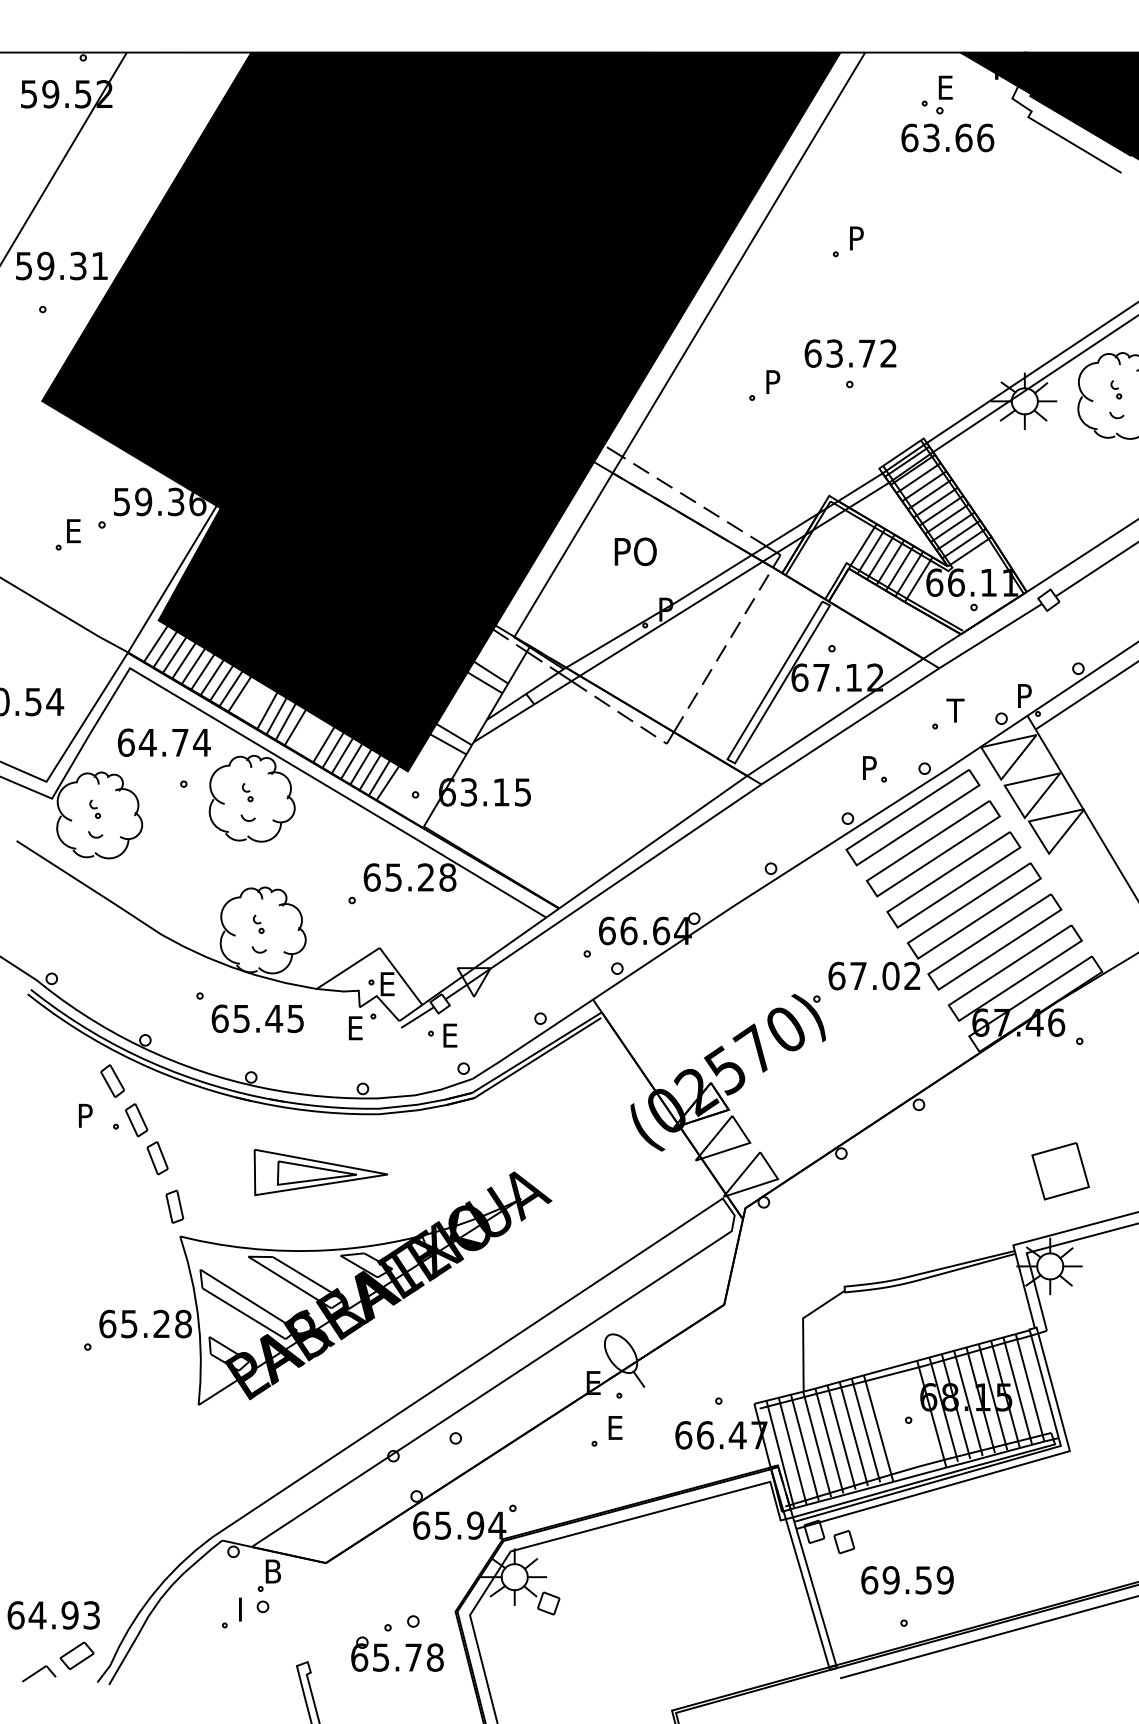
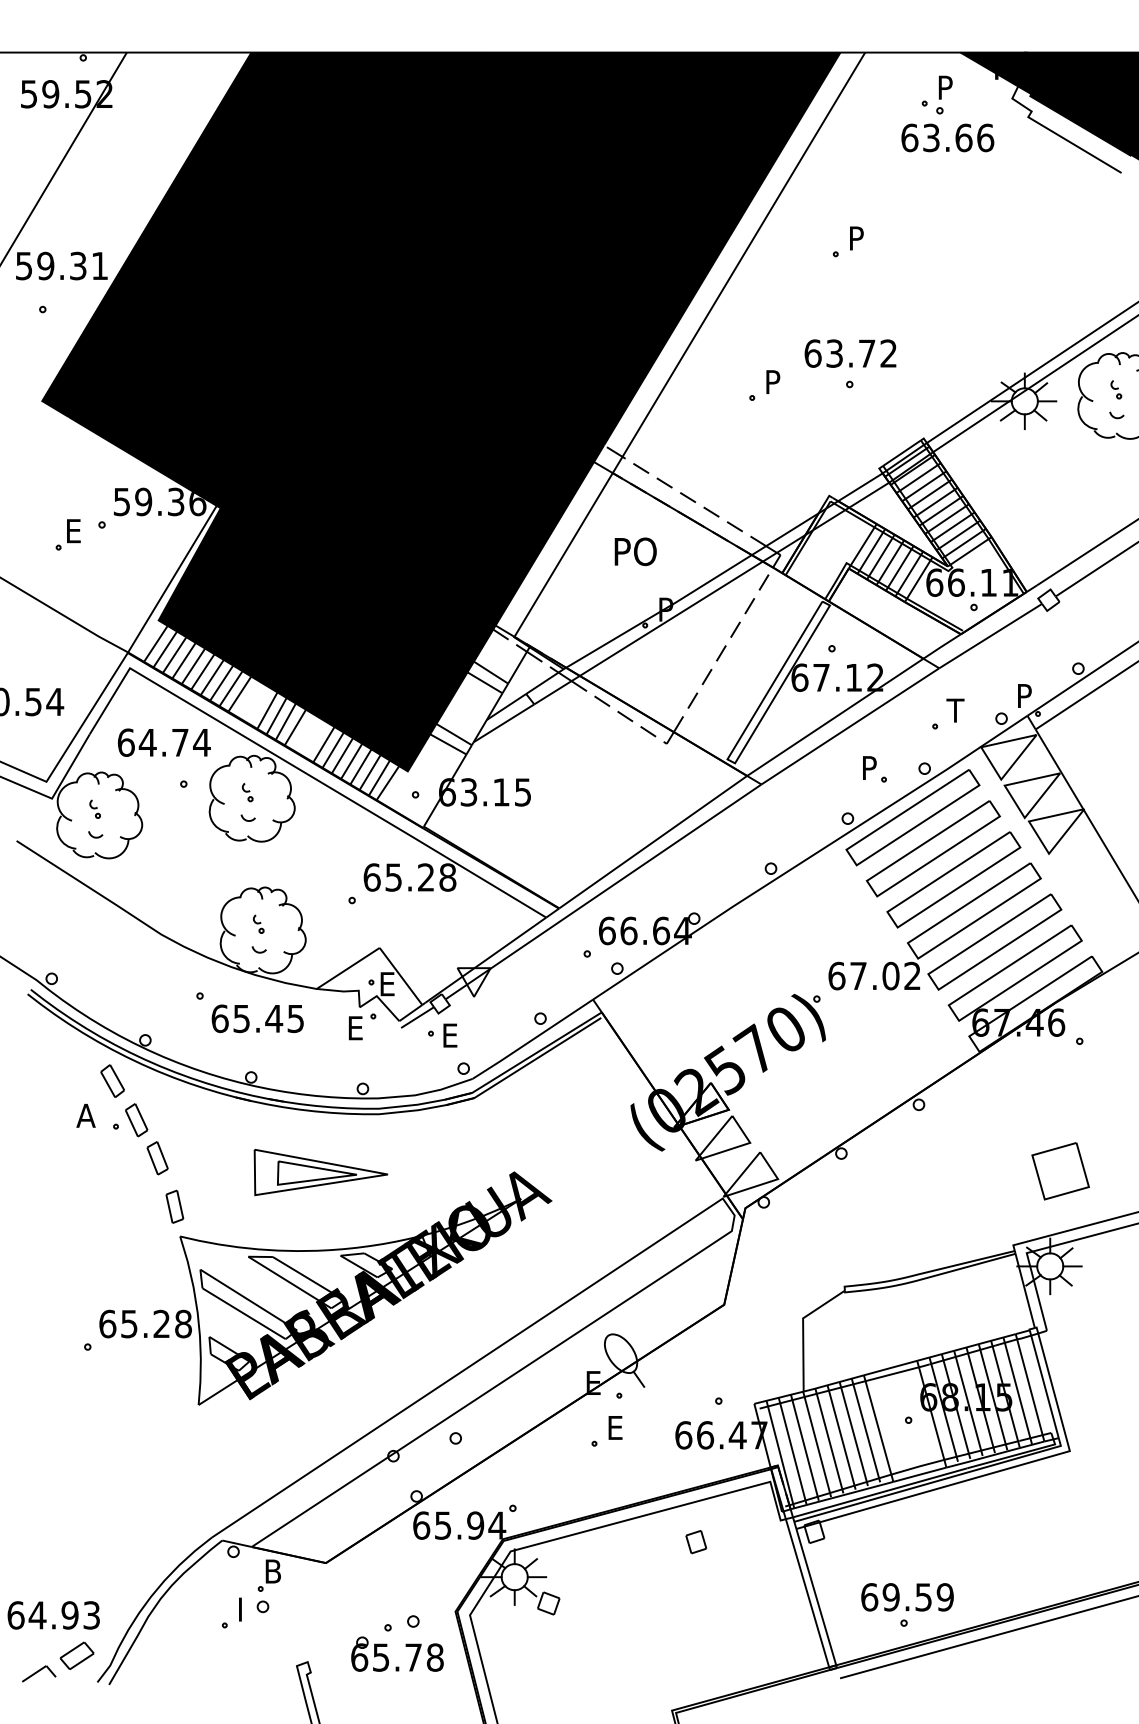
text at (946, 87): E -> P
text at (85, 1115): P -> A
part at (844, 1542) position: (844, 1542) -> (696, 1542)
text at (907, 1580) position: (907, 1580) -> (907, 1597)
